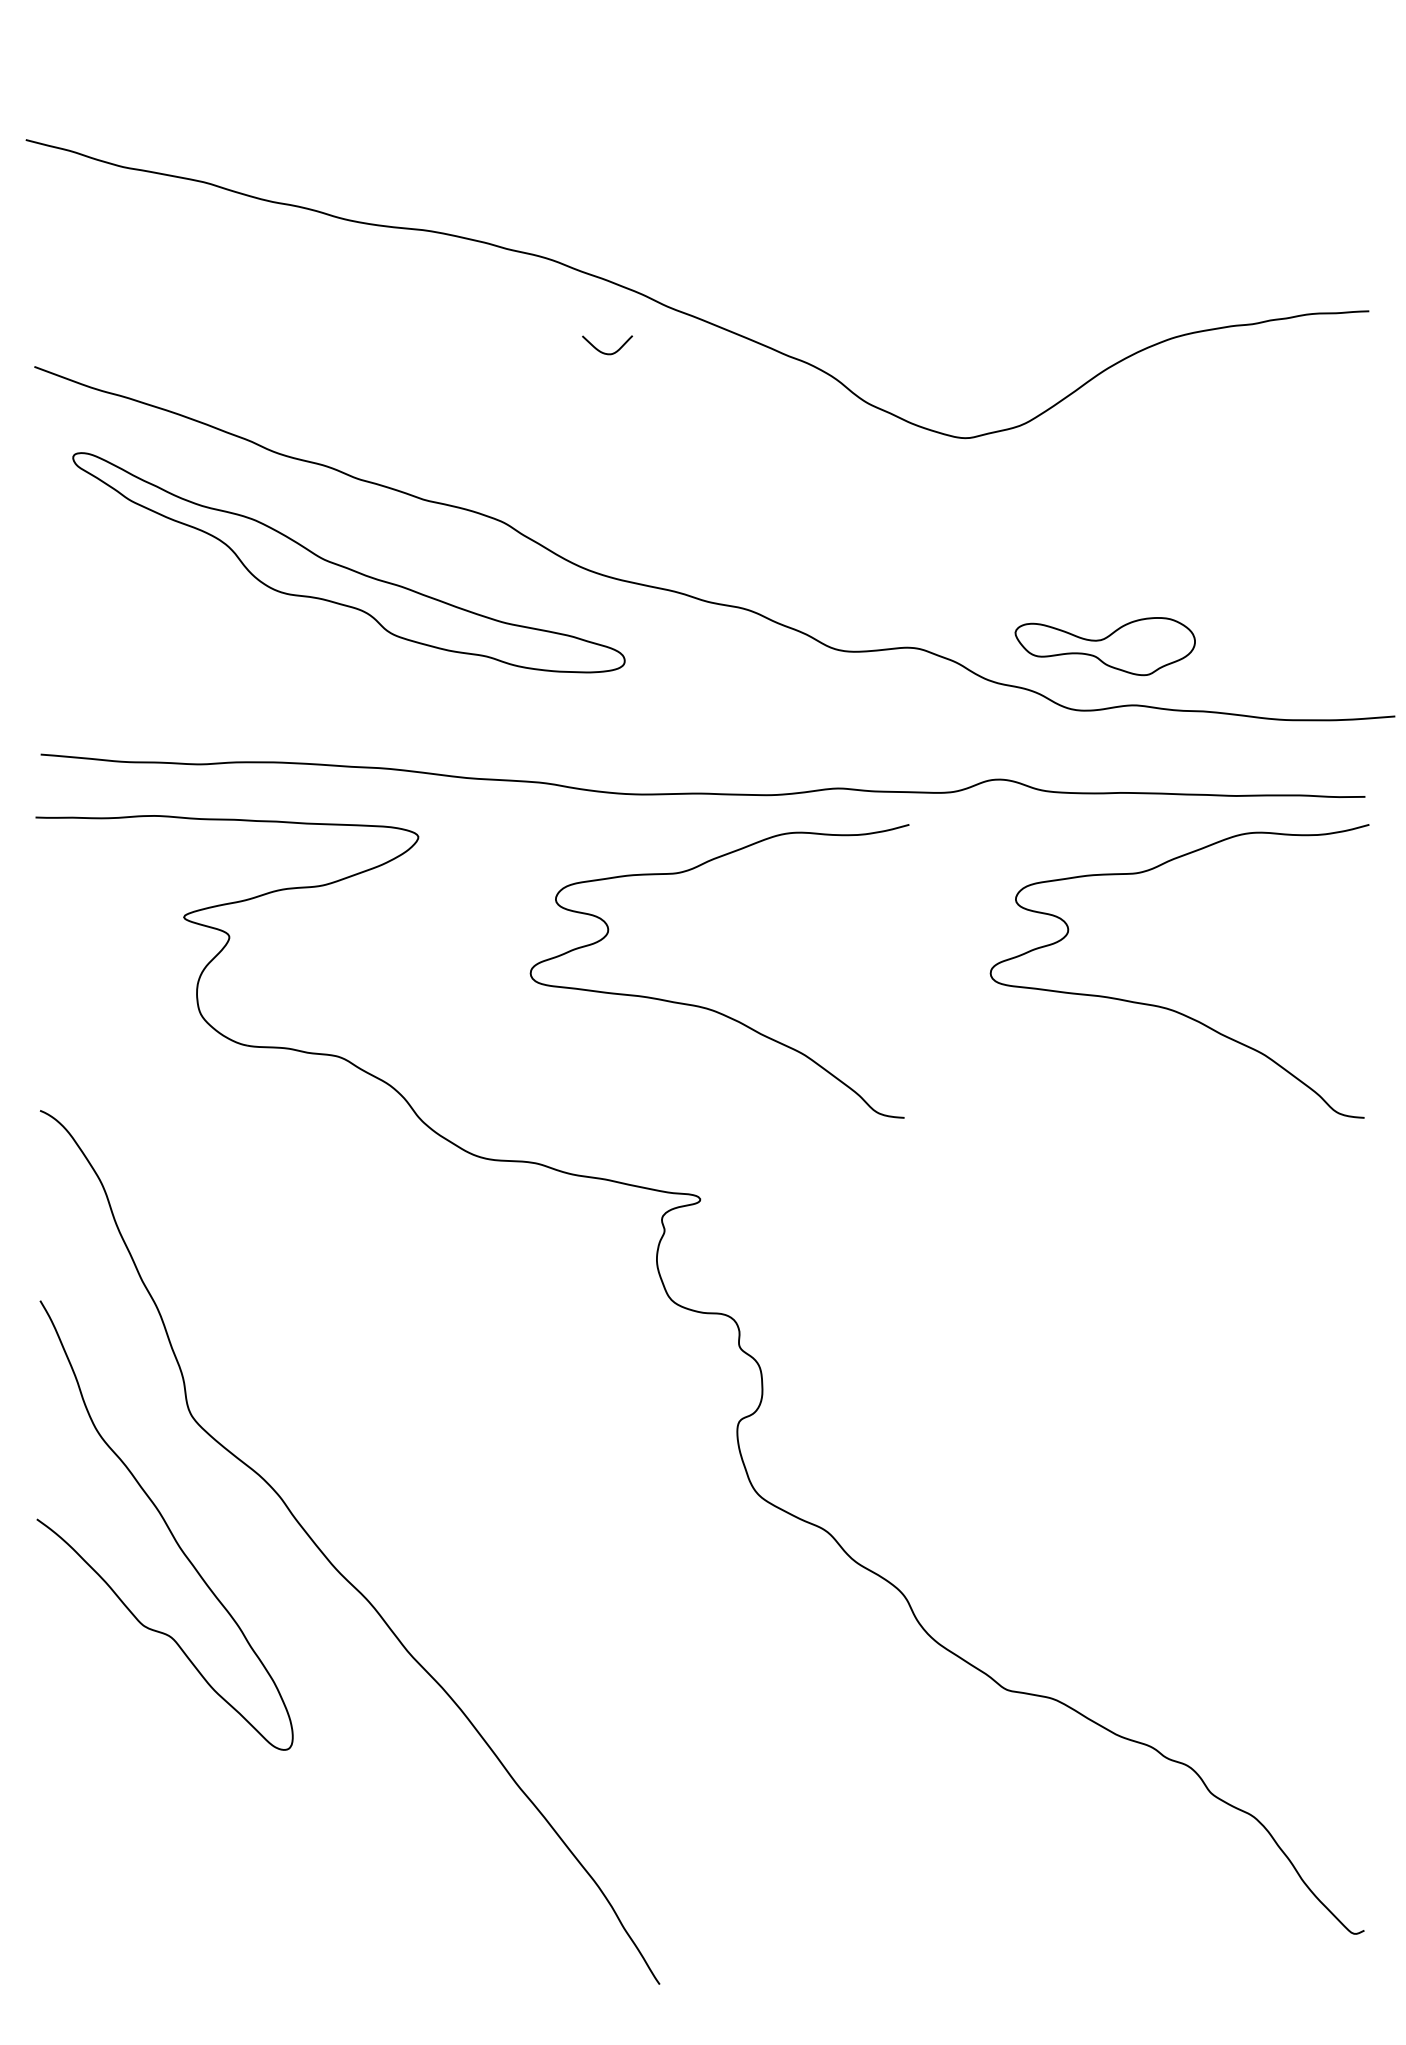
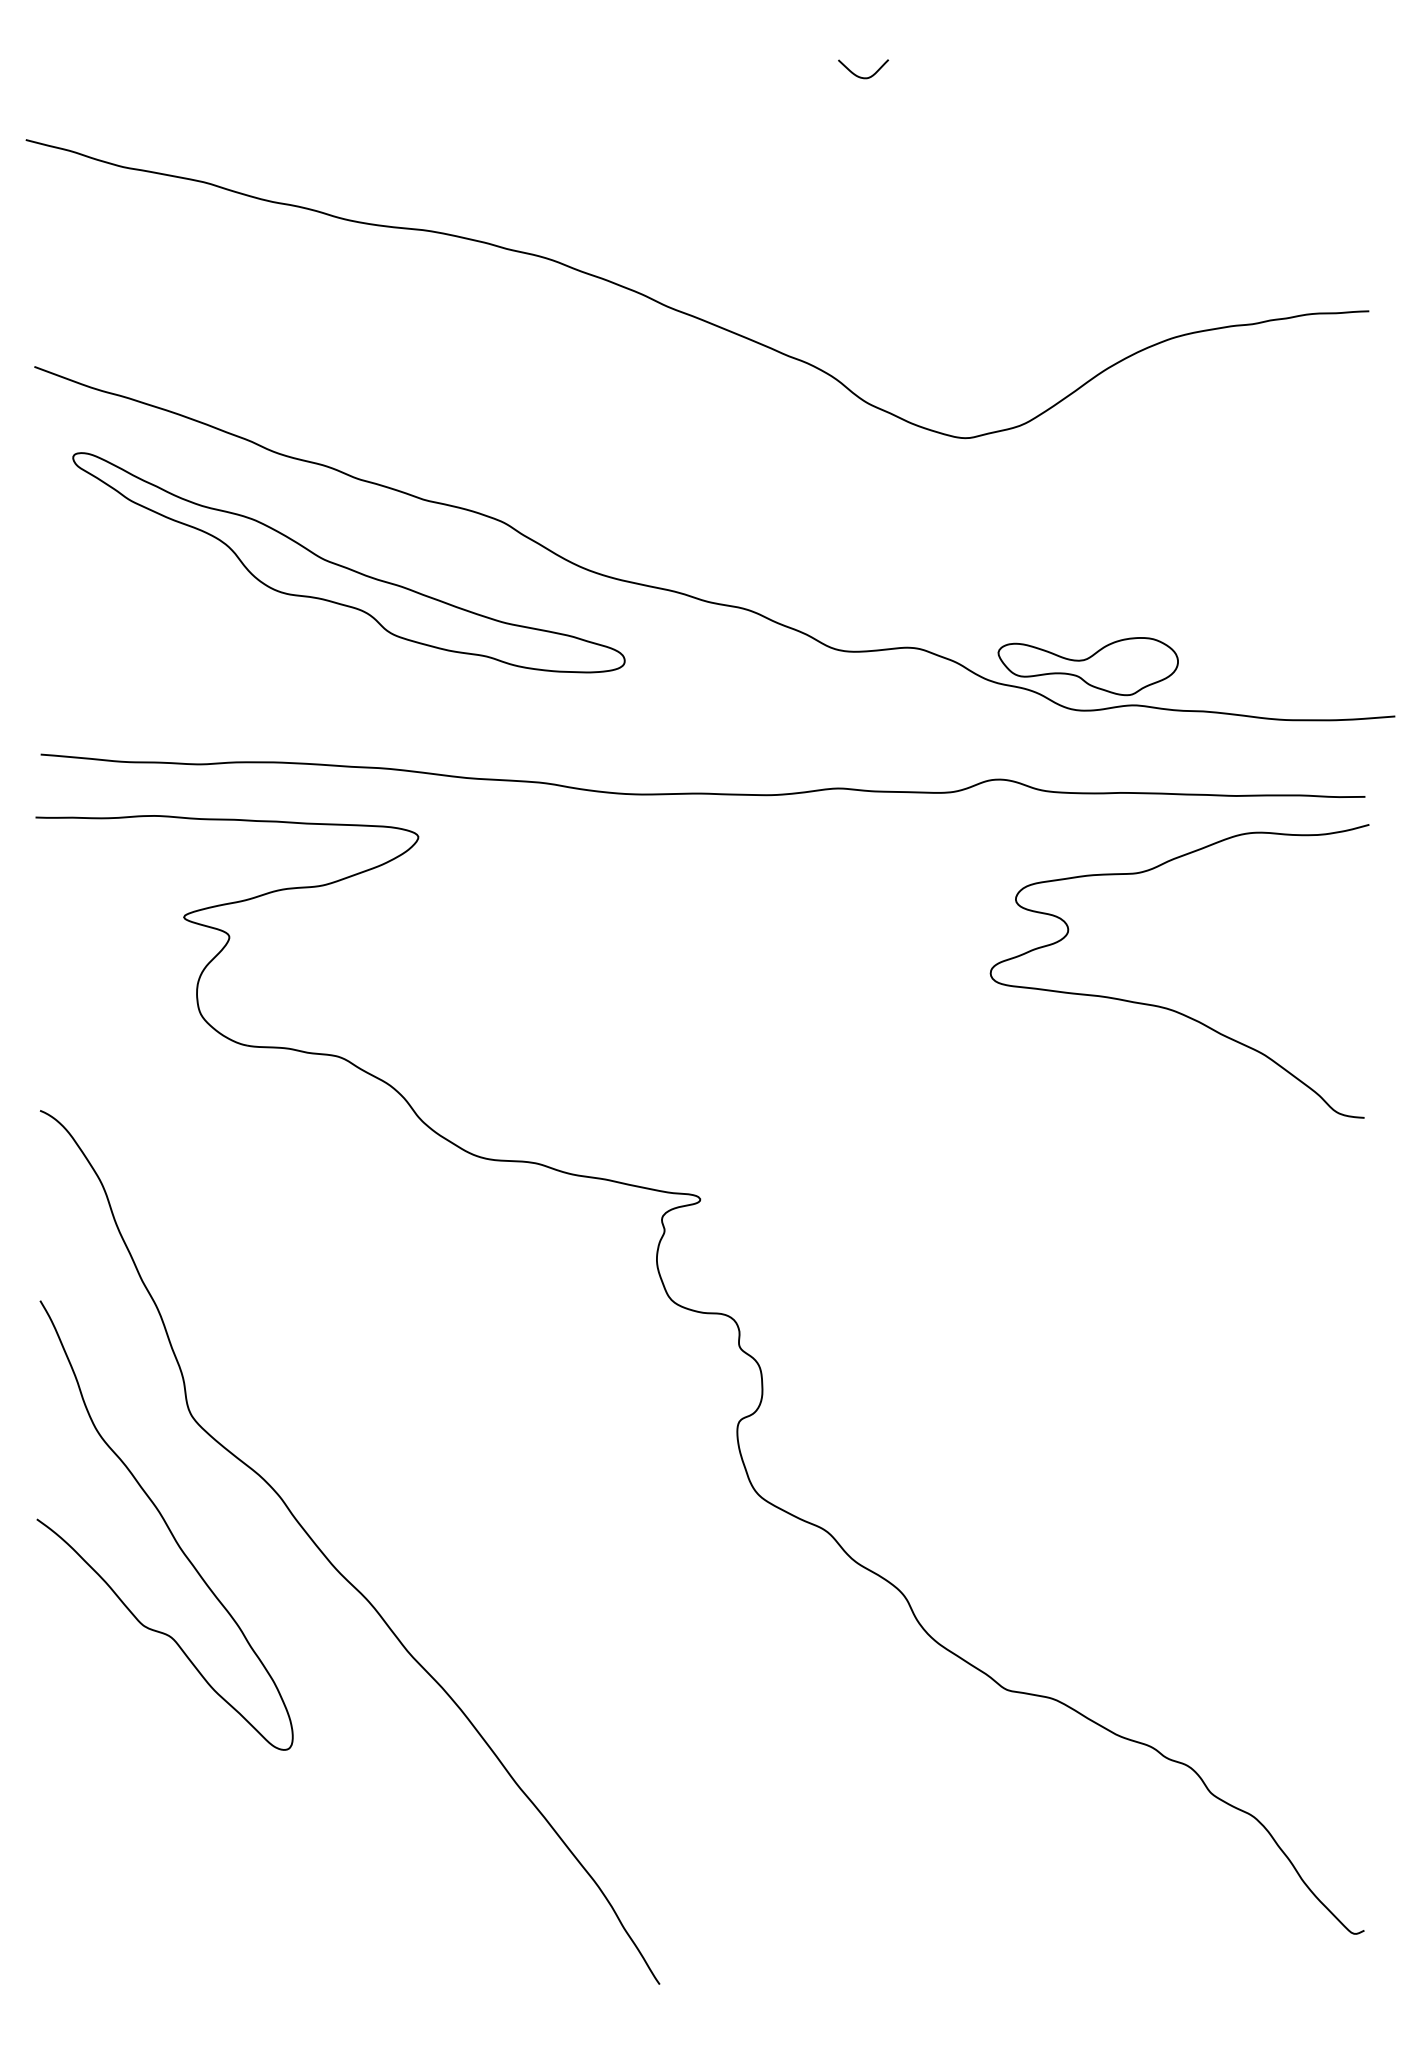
curve at (605, 352) position: (605, 352) -> (861, 76)
part at (1104, 646) position: (1104, 646) -> (1087, 666)
curve at (707, 1007): present -> none
